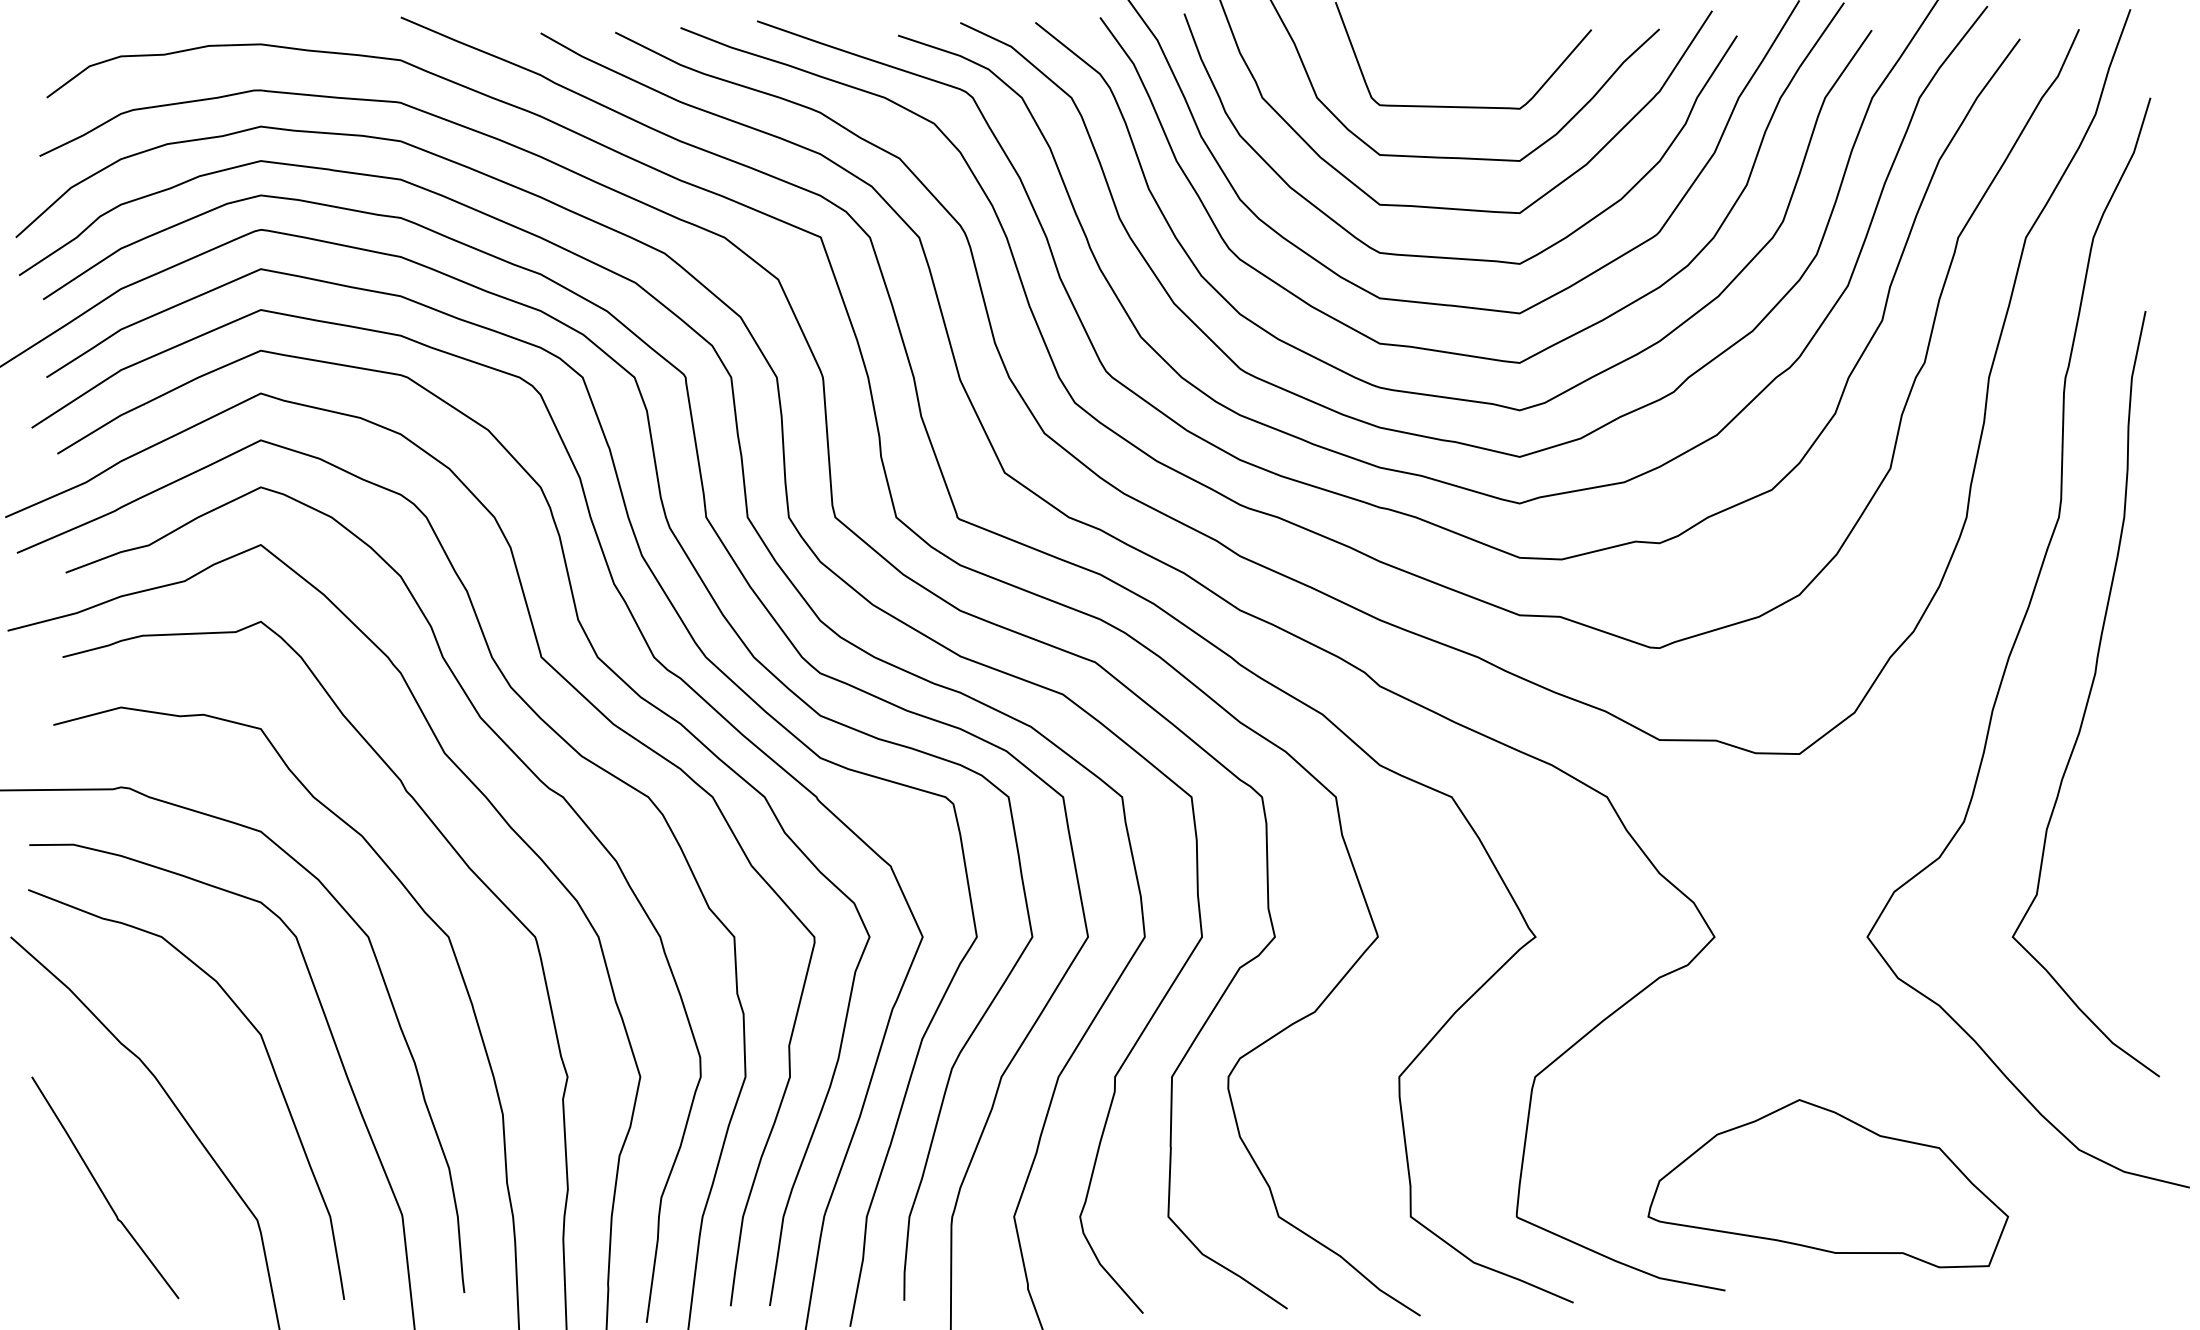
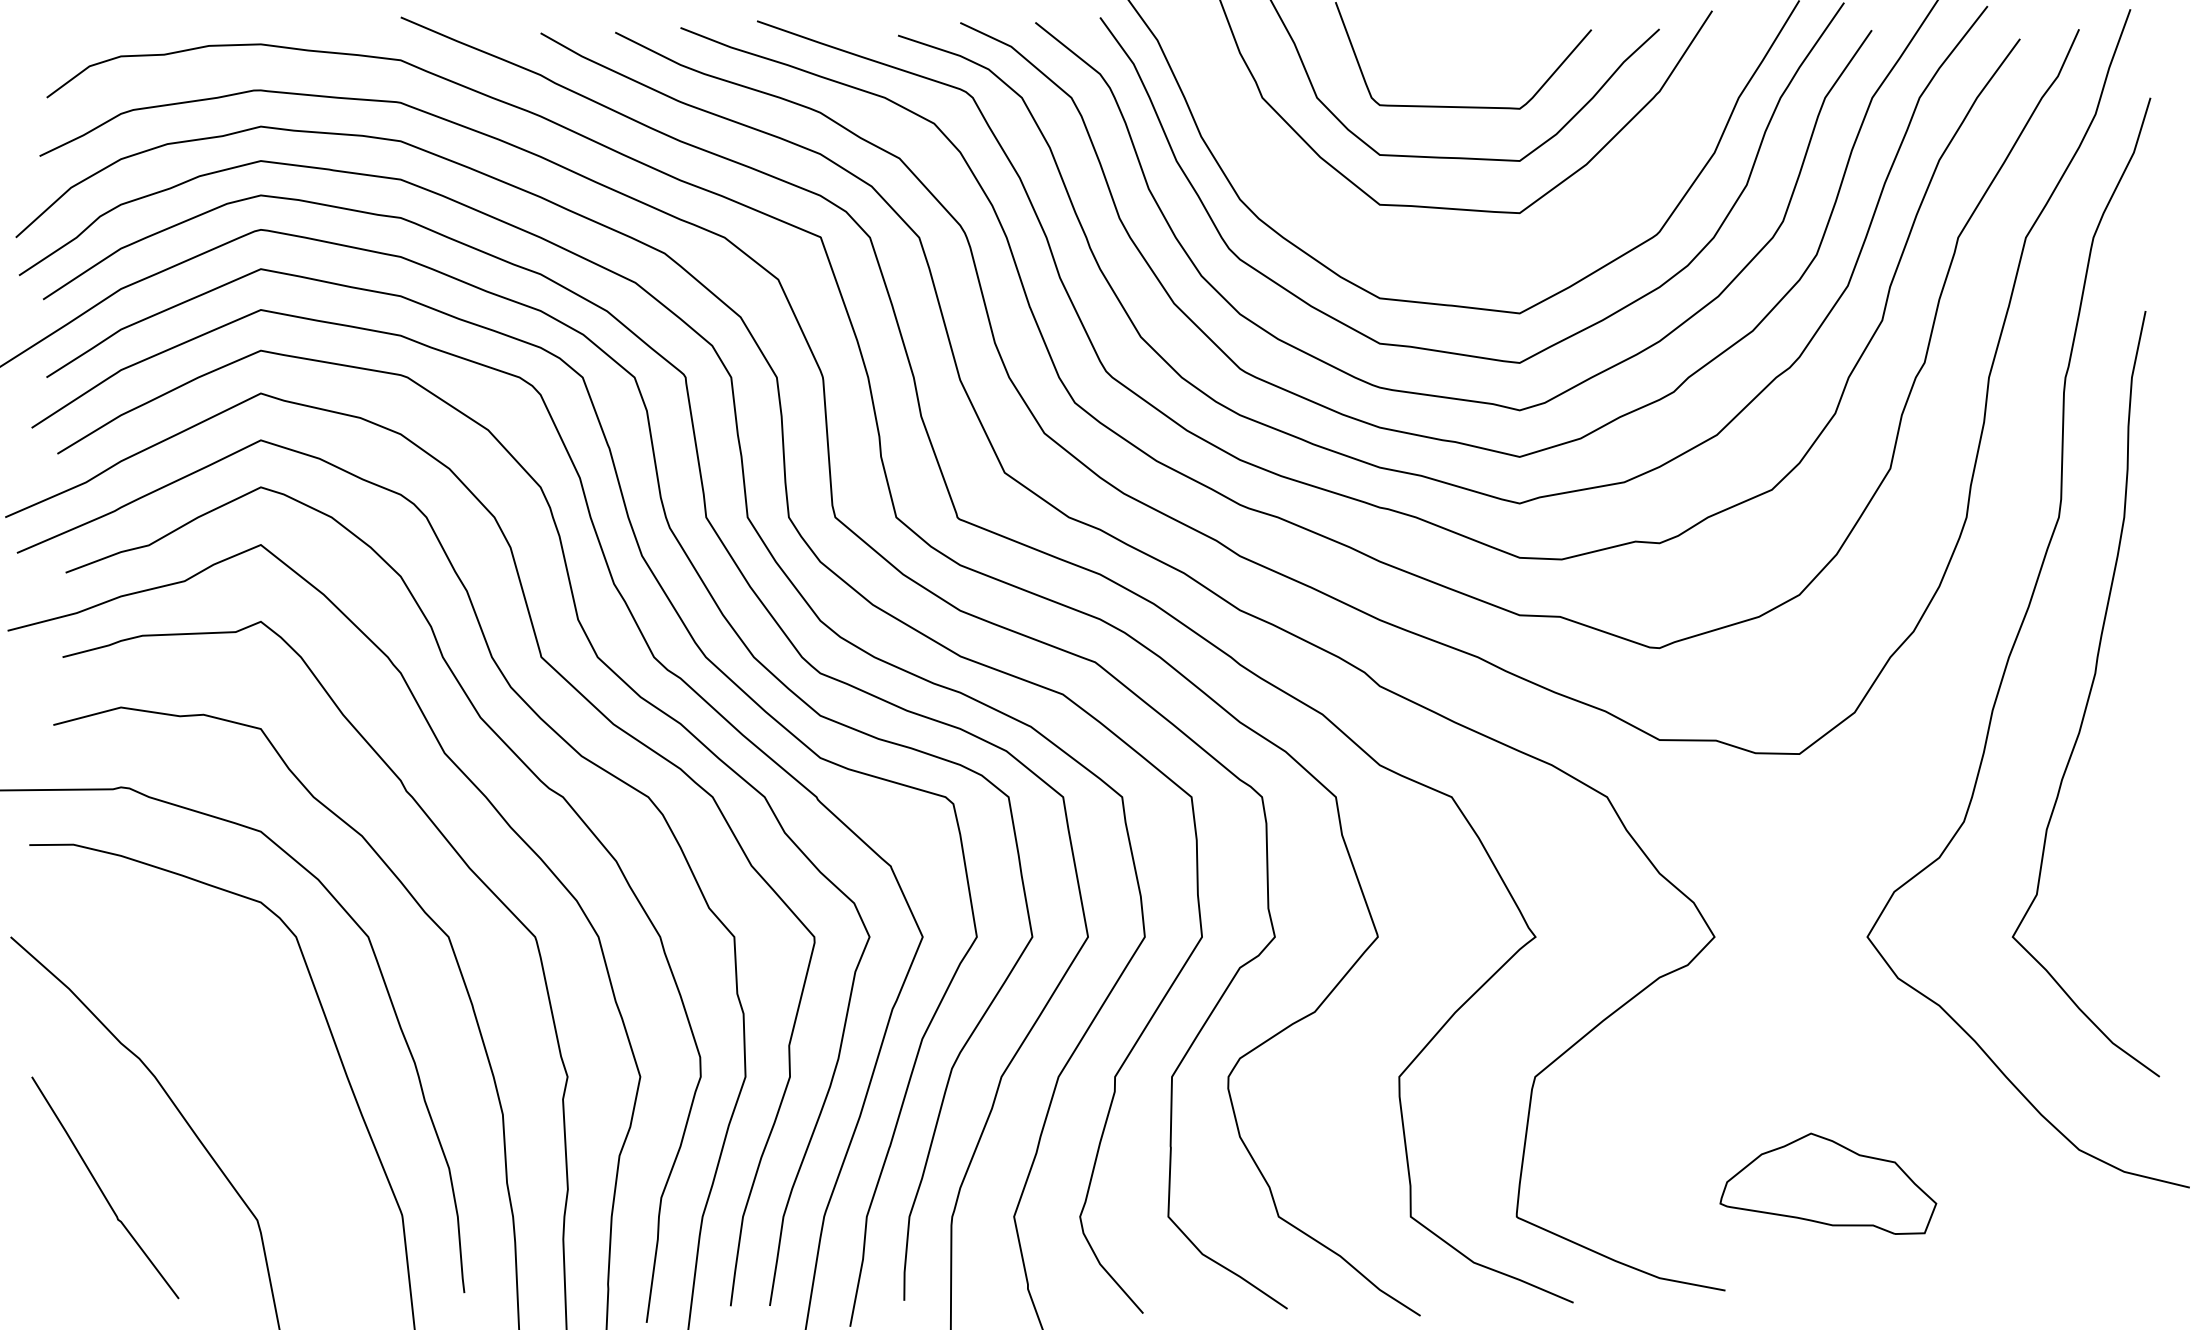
curve at (1458, 257): present -> none
curve at (269, 1061): present -> none
part at (1828, 1183) size: 363x170 px -> 219x103 px
